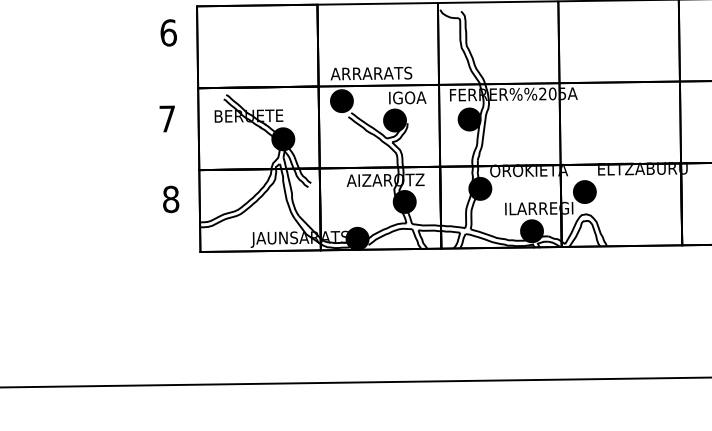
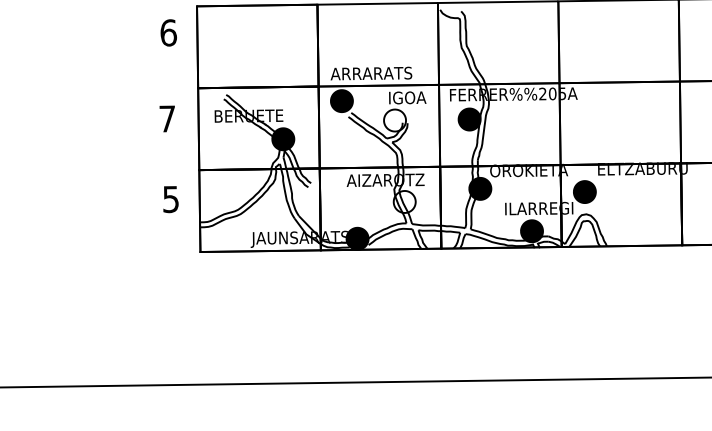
fill at (395, 120): present -> none
text at (171, 199): 8 -> 5
fill at (404, 201): present -> none
